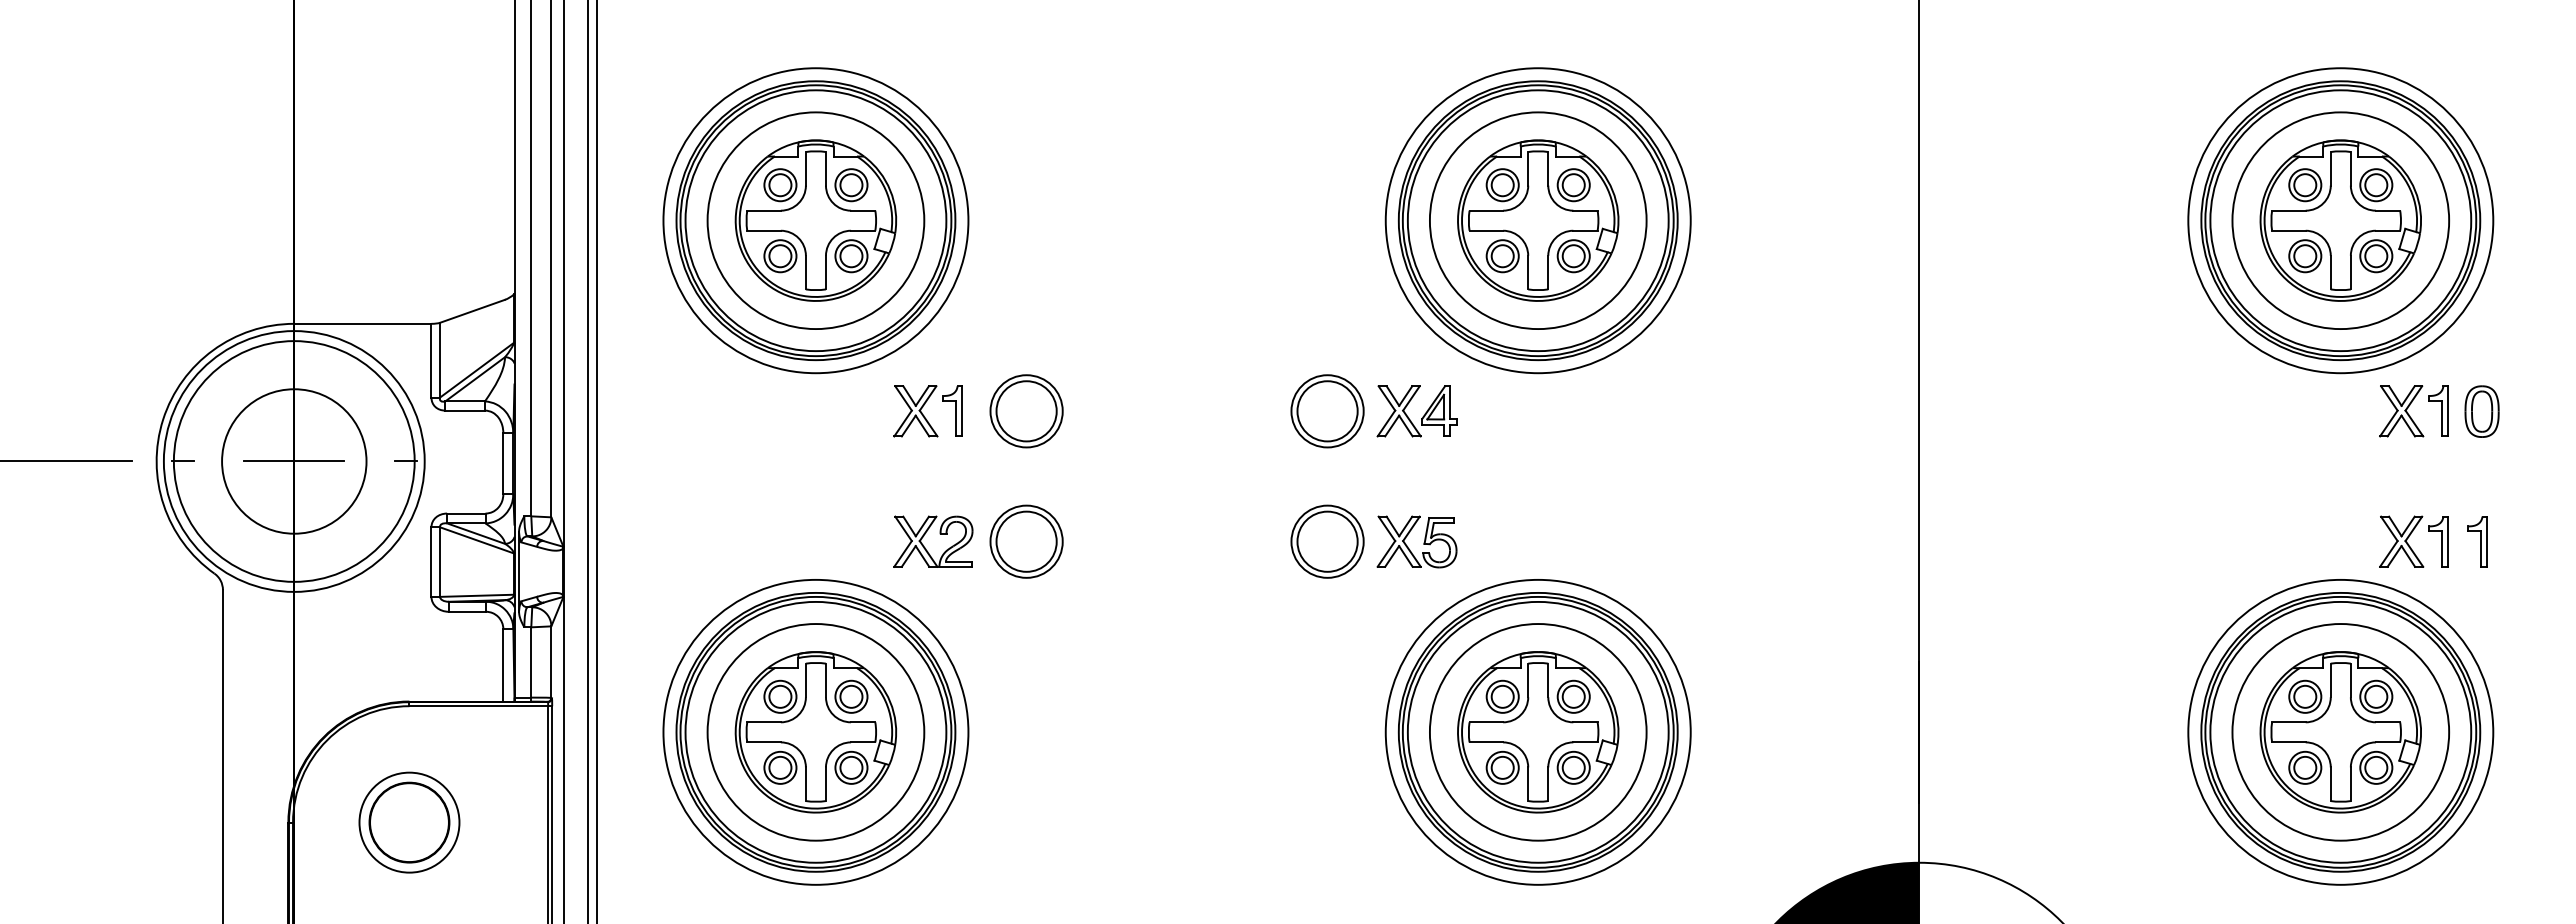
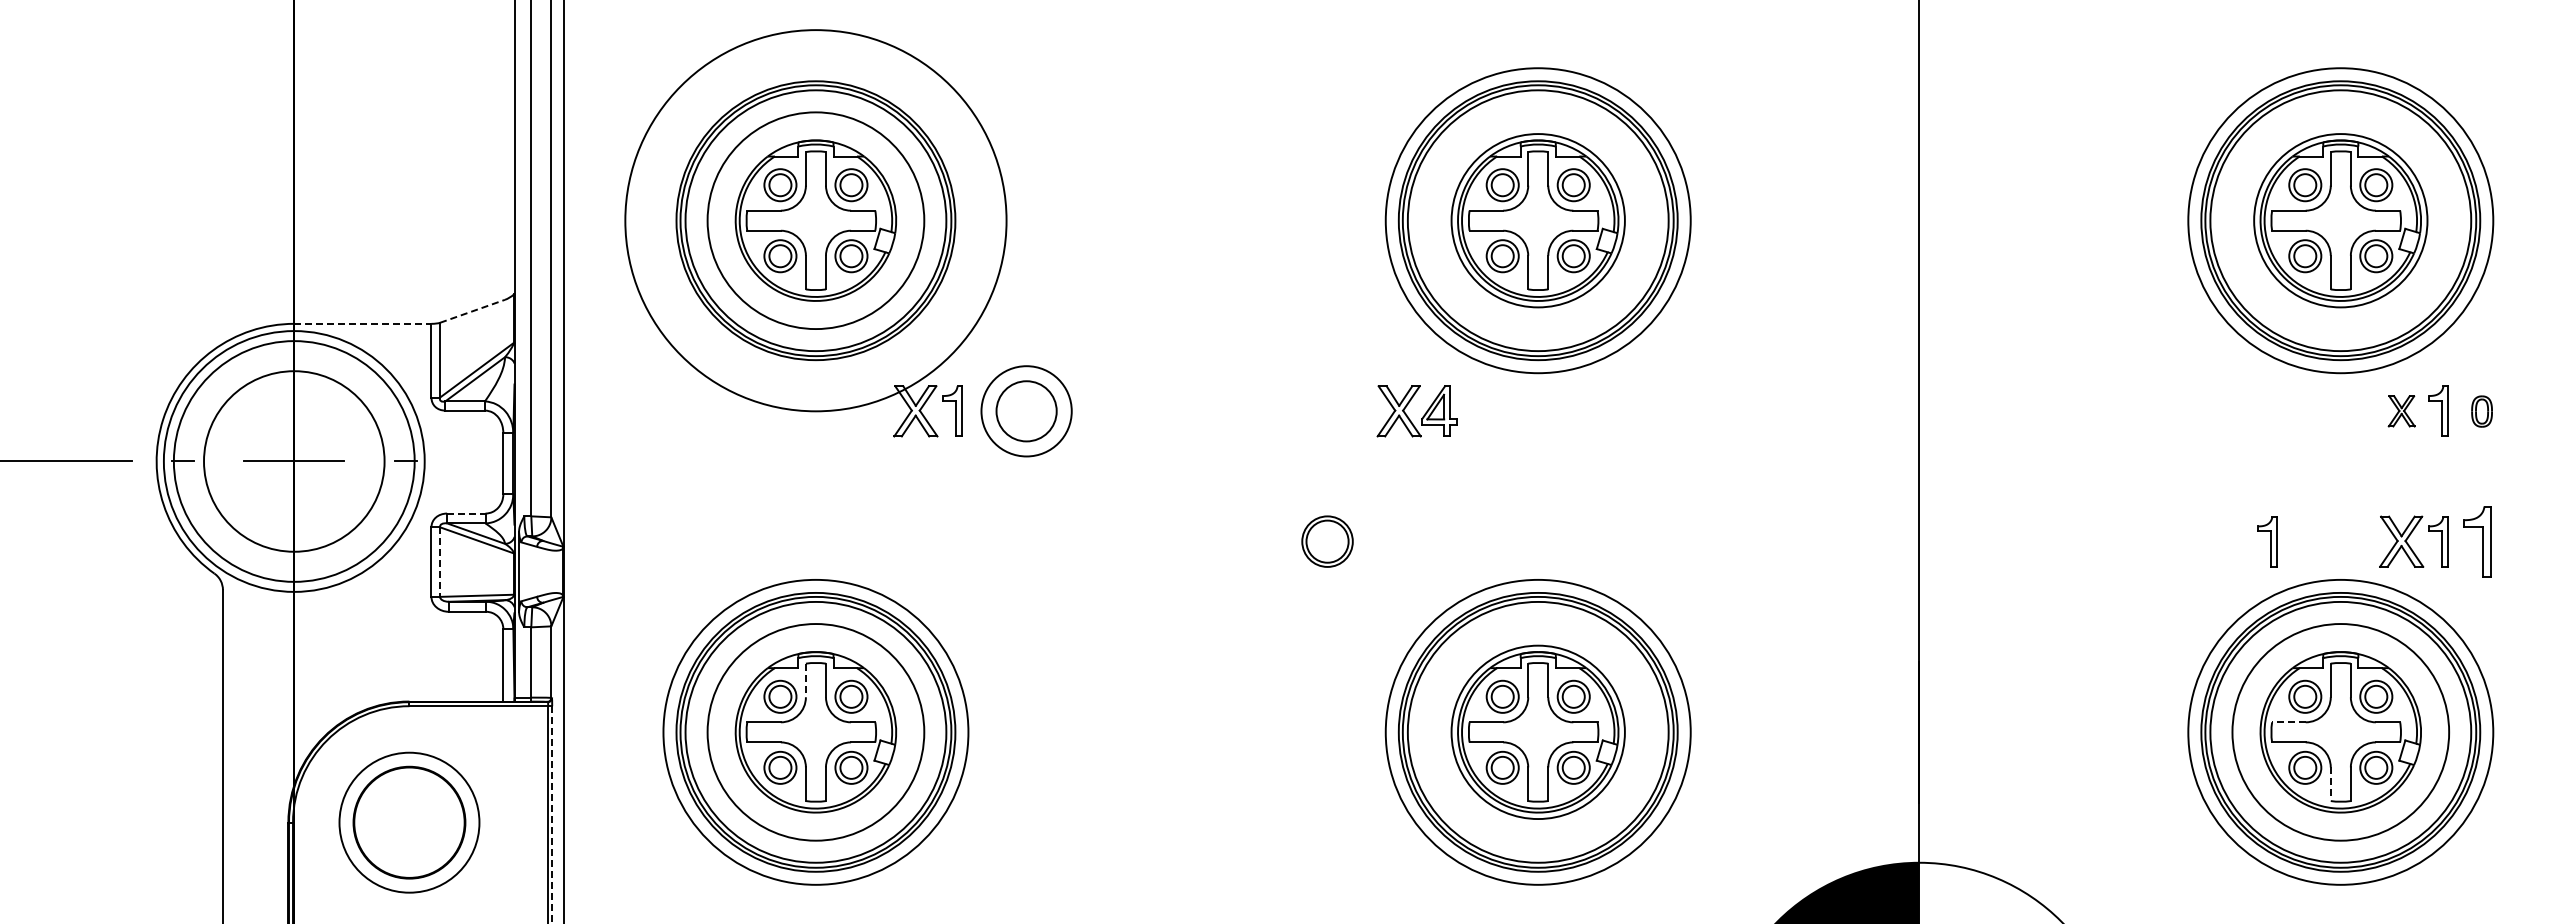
circle at (815, 220) diameter: 305 px -> 381 px
circle at (1537, 220) diameter: 217 px -> 173 px
circle at (2340, 220) diameter: 217 px -> 173 px
line at (472, 311): solid -> dashed
line at (362, 323): solid -> dashed
circle at (1026, 411) diameter: 72 px -> 90 px
part at (1327, 411): present -> none
part at (2401, 411) size: 46x53 px -> 29x33 px
part at (2481, 411) size: 36x53 px -> 22x33 px
circle at (294, 461) diameter: 144 px -> 181 px
line at (588, 461): present -> none
line at (597, 461): present -> none
line at (466, 513): solid -> dashed
part at (940, 534): present -> none
part at (1026, 541): present -> none
part at (1327, 541) size: 75x75 px -> 53x53 px
part at (2267, 541): none -> present
part at (2477, 541) size: 21x52 px -> 29x72 px
part at (1423, 542): present -> none
line at (440, 562): solid -> dashed
line at (805, 680): solid -> dashed
line at (2288, 722): solid -> dashed
circle at (1537, 732) diameter: 217 px -> 173 px
line at (2330, 784): solid -> dashed
line at (552, 815): solid -> dashed
part at (409, 822) size: 103x103 px -> 143x143 px
